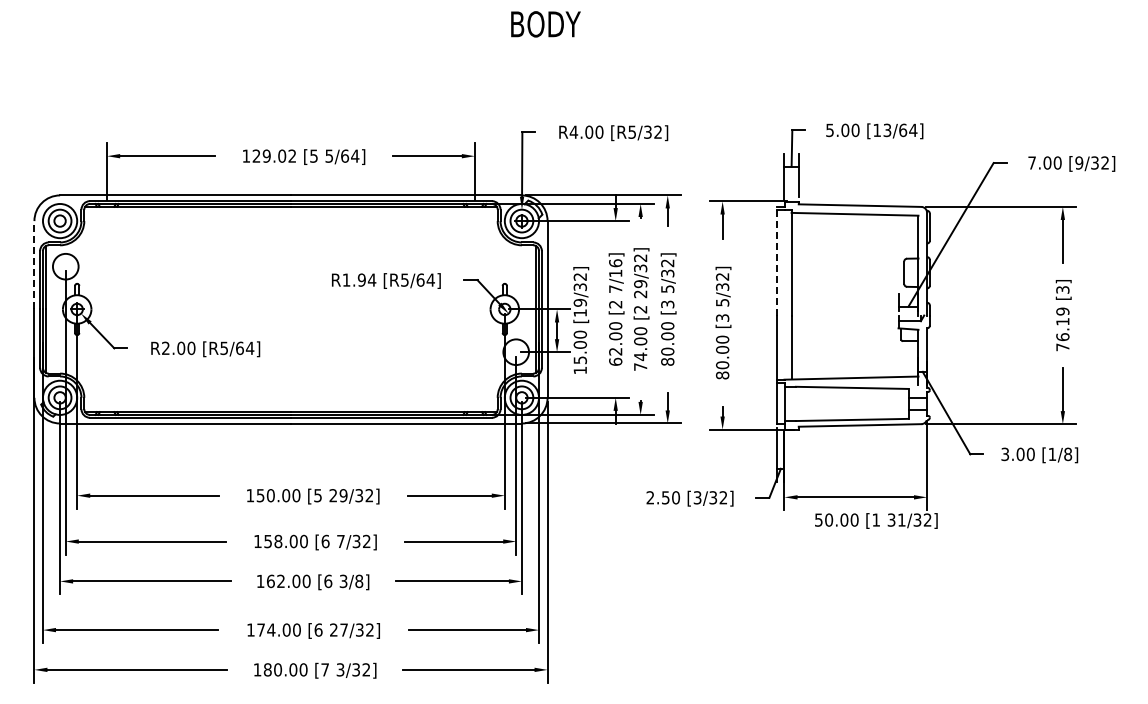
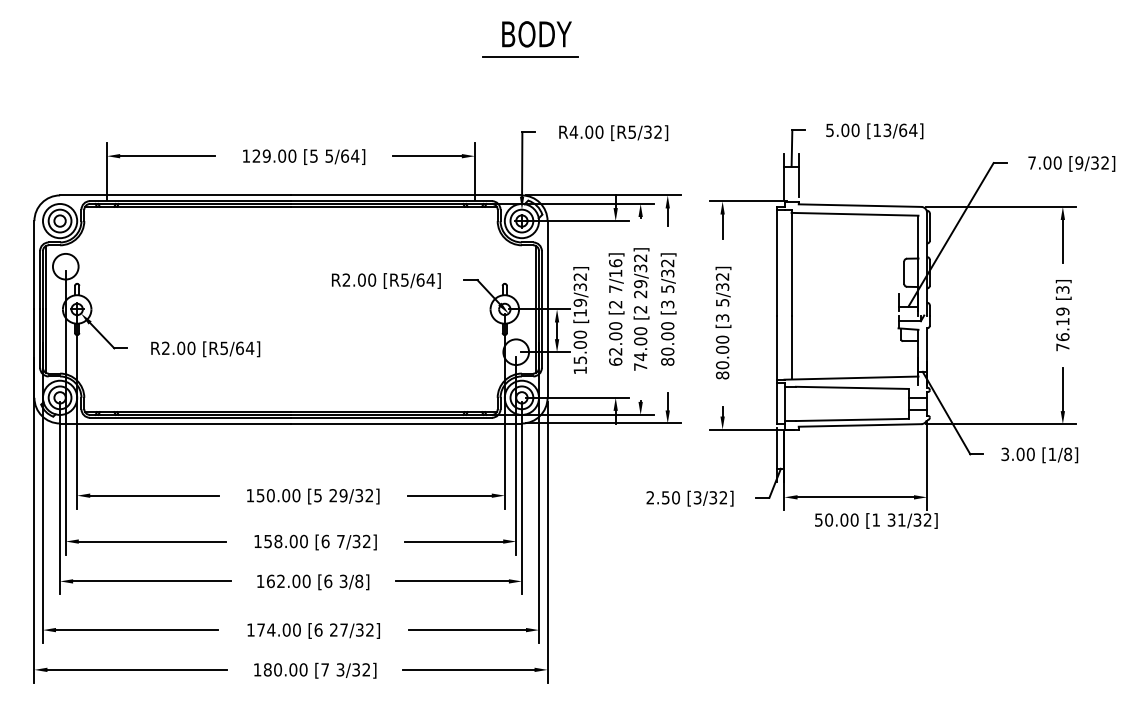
text at (545, 24) position: (545, 24) -> (536, 34)
line at (530, 57): none -> present
text at (292, 155): 129.02 -> 129.00
line at (777, 260): dashed -> solid
line at (34, 264): dashed -> solid
text at (359, 279): R1.94 -> R2.00
